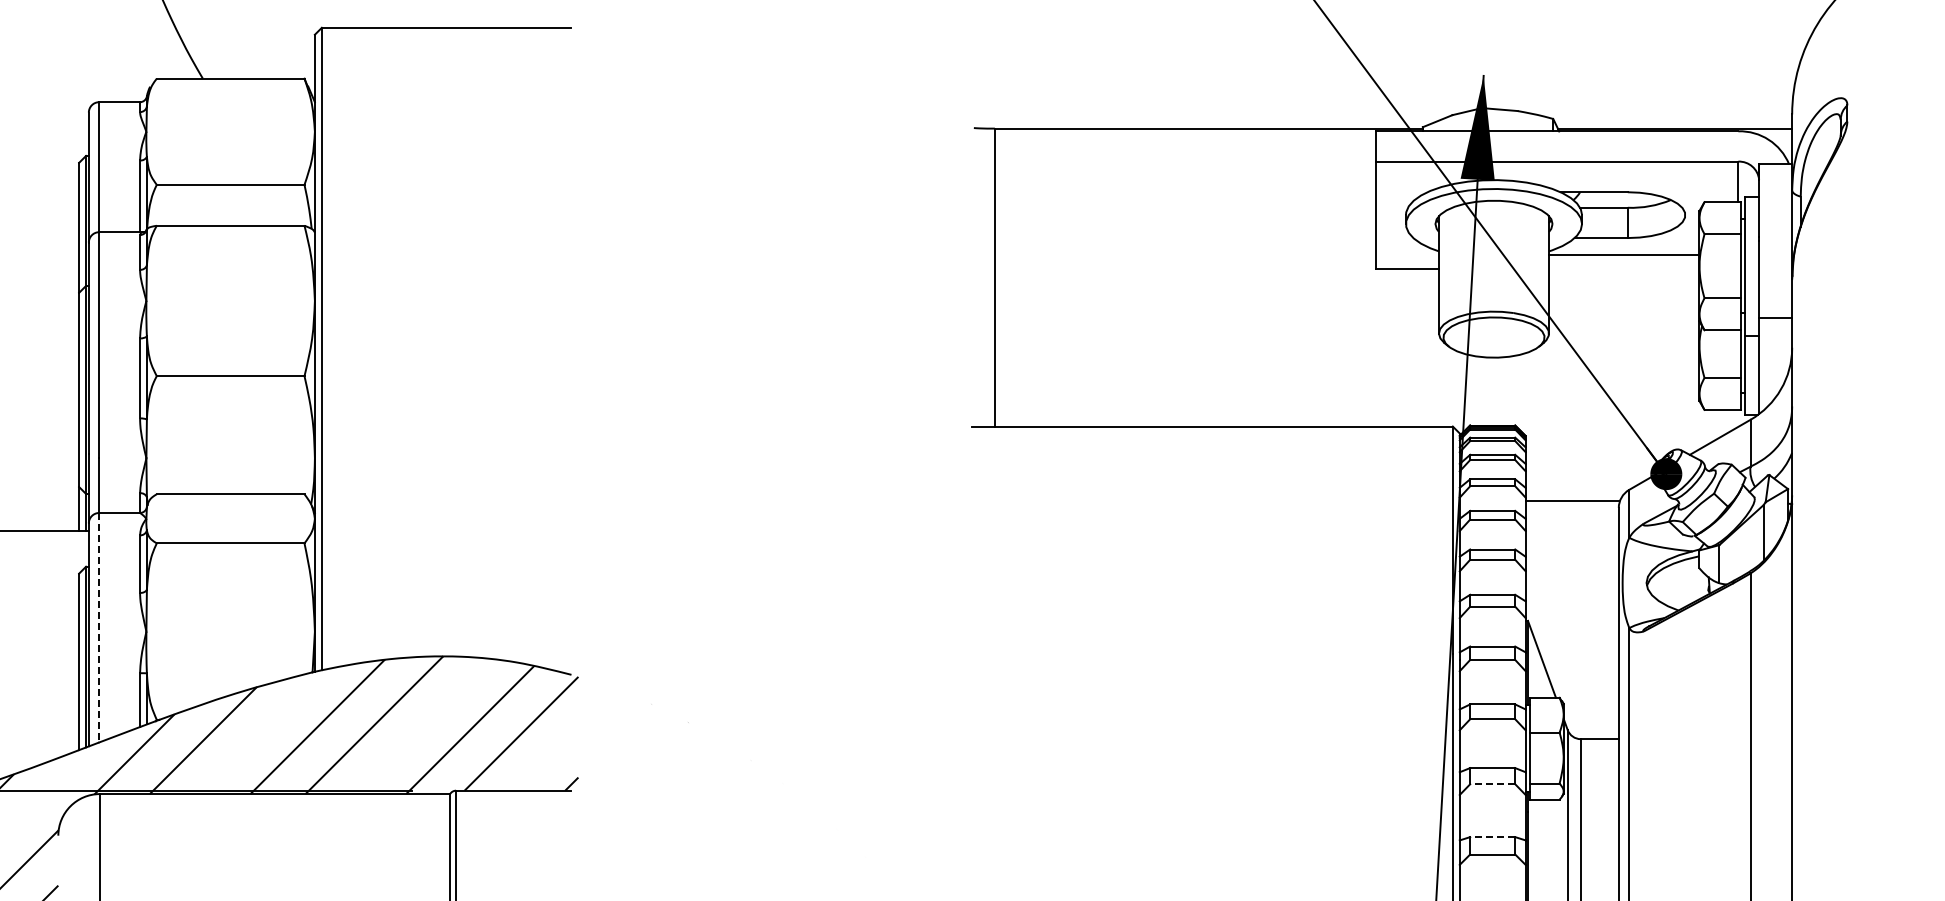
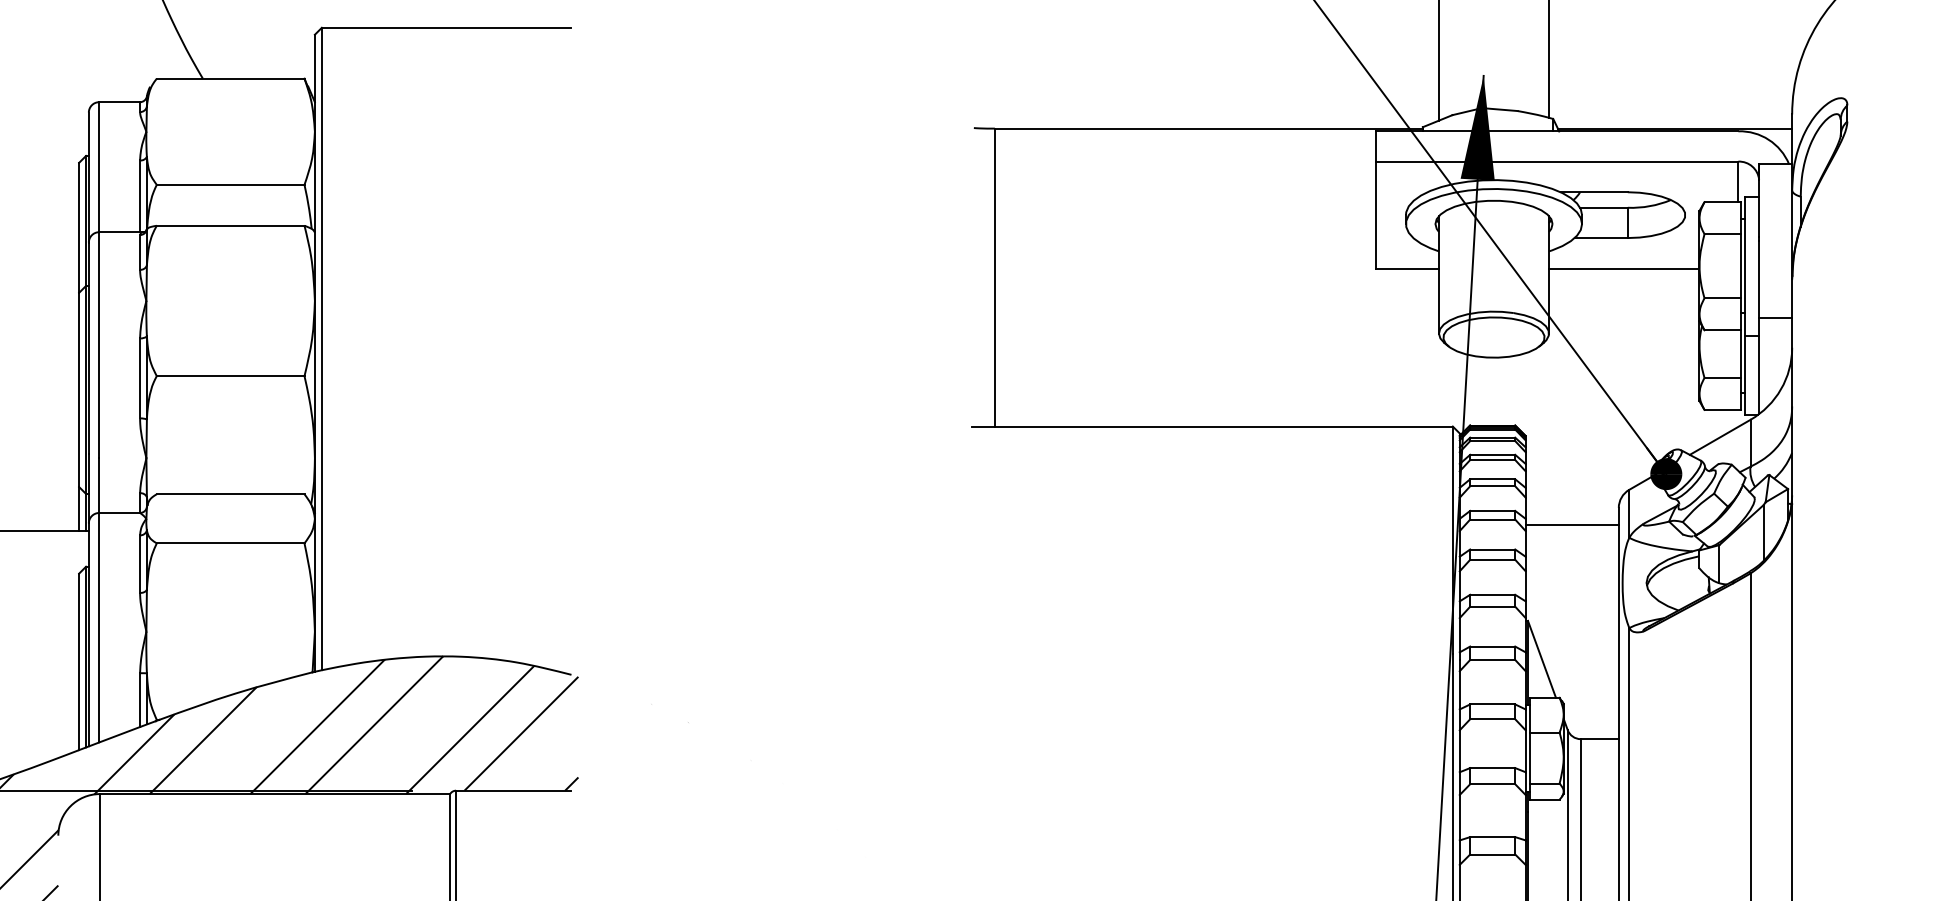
line at (1549, 59): none -> present
line at (1438, 61): none -> present
line at (1624, 254) position: (1624, 254) -> (1624, 268)
line at (1571, 500) position: (1571, 500) -> (1571, 524)
line at (99, 627): dashed -> solid
line at (1492, 784): dashed -> solid
line at (1492, 837): dashed -> solid
